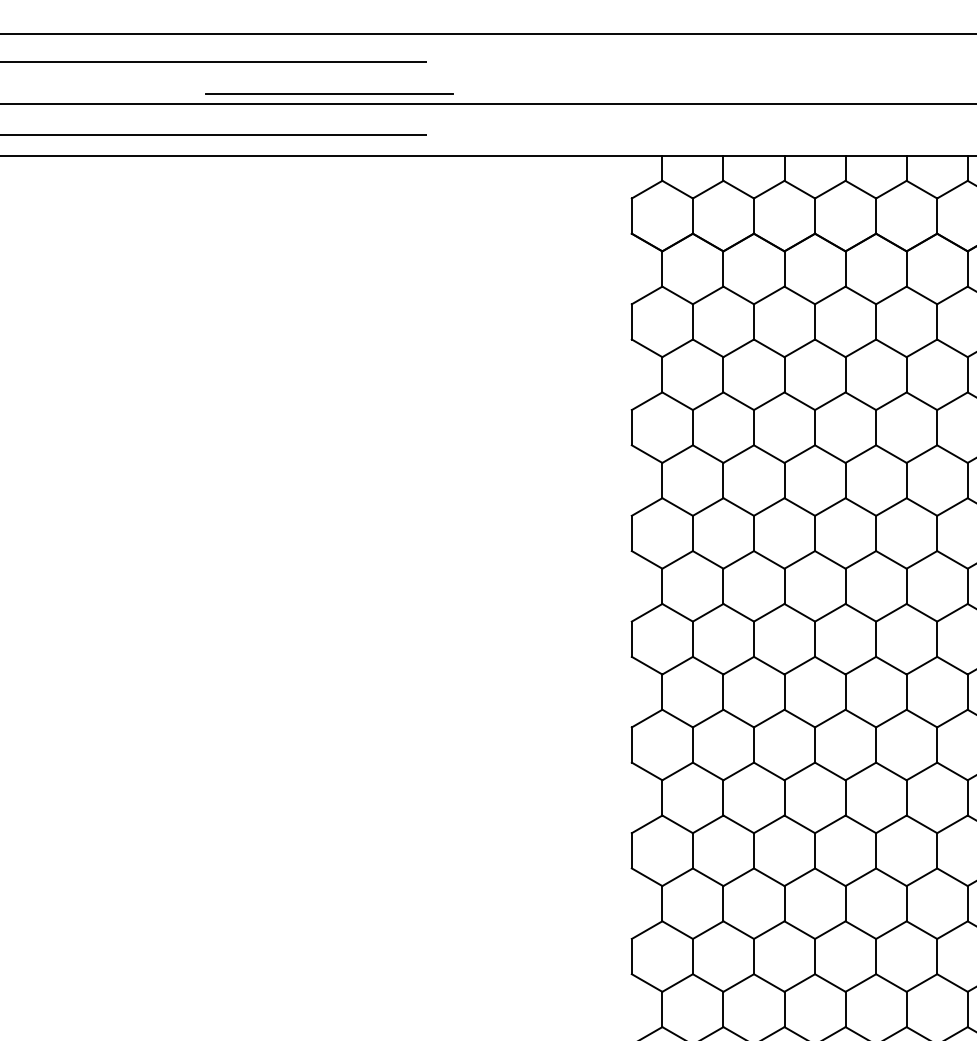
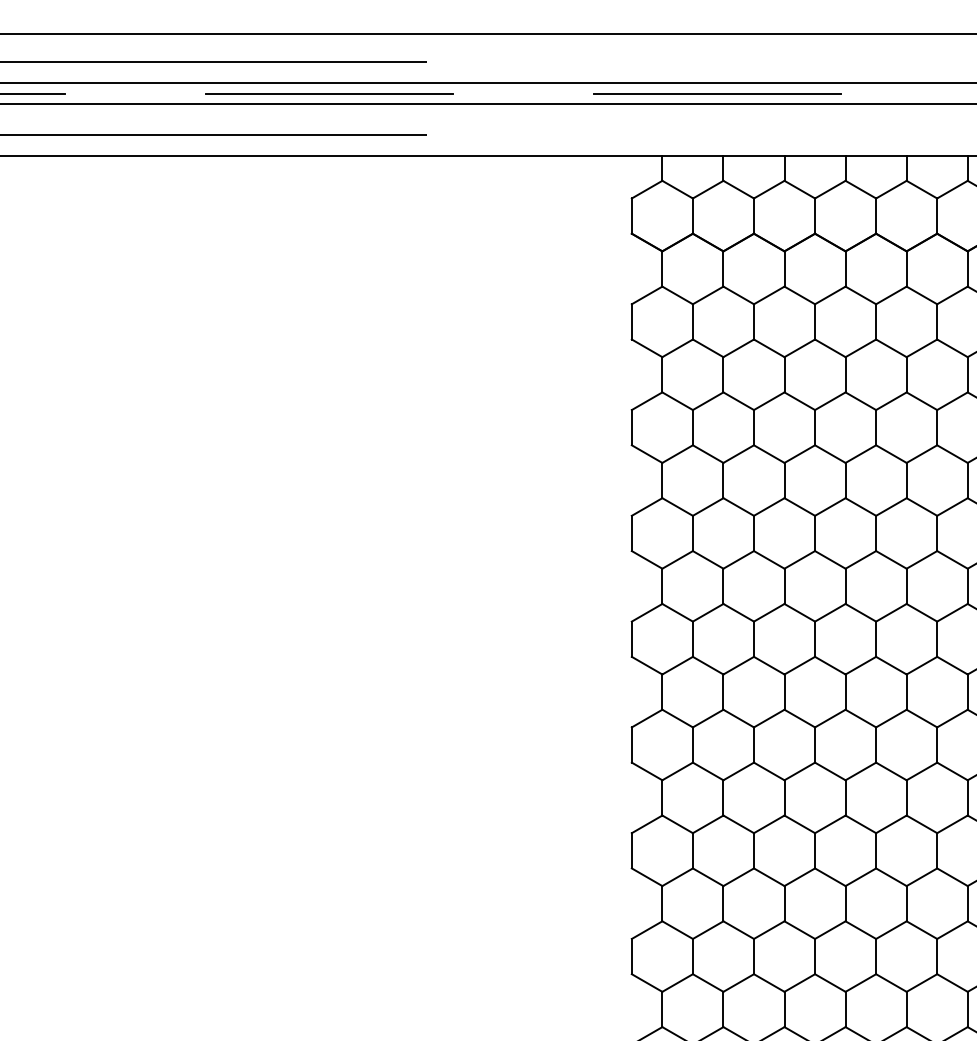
line at (487, 82): none -> present
line at (33, 93): none -> present
line at (717, 93): none -> present
